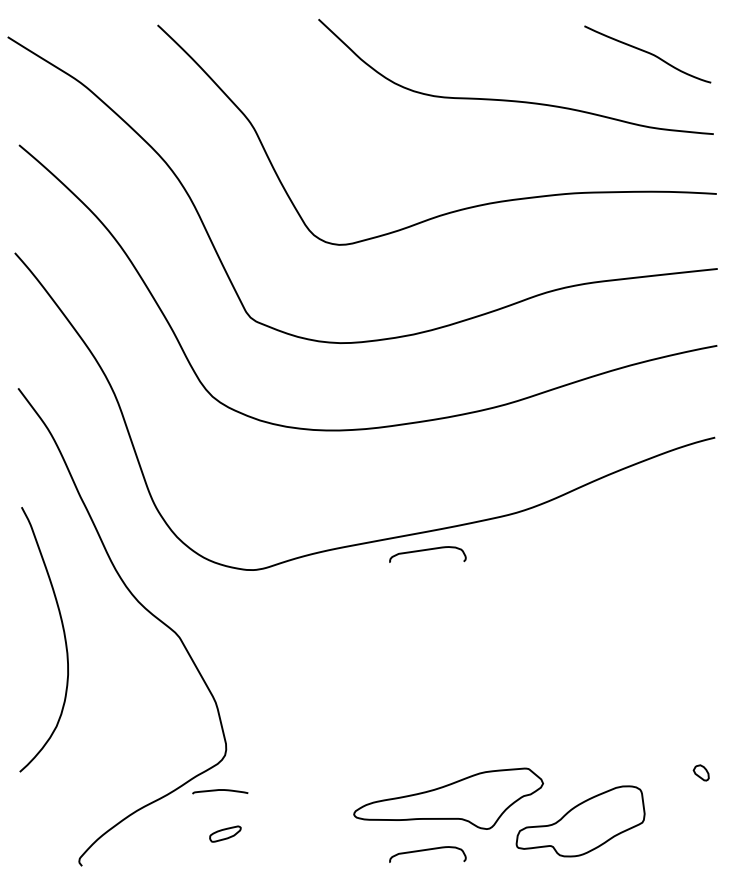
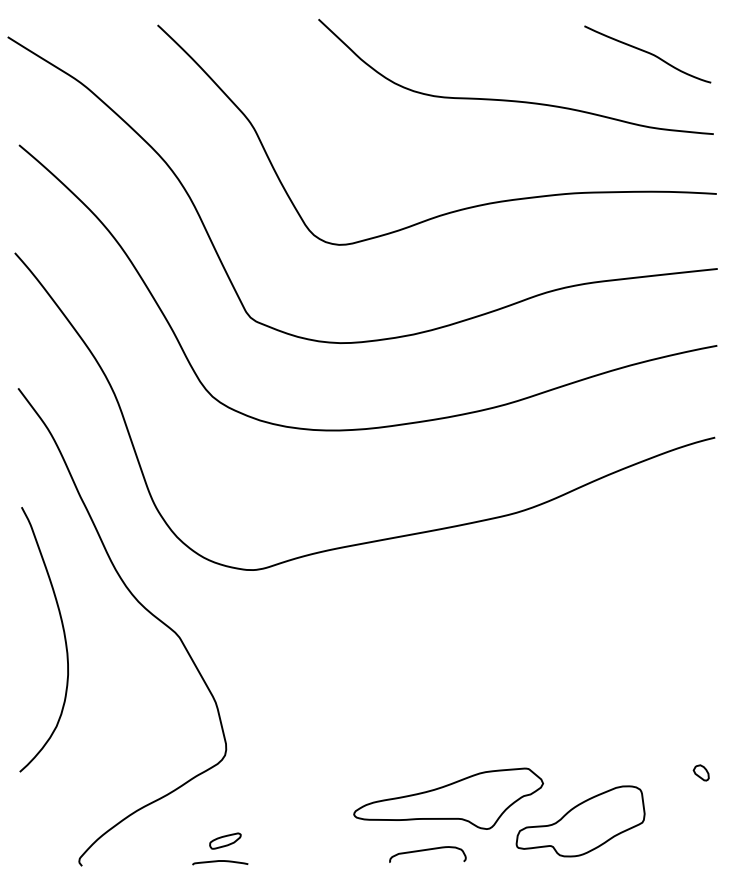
curve at (427, 550): present -> none
curve at (220, 790) position: (220, 790) -> (220, 861)
part at (225, 833) position: (225, 833) -> (225, 840)
